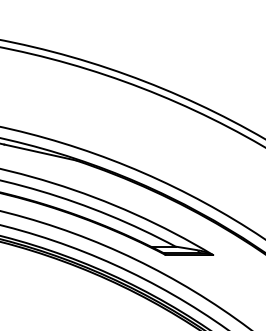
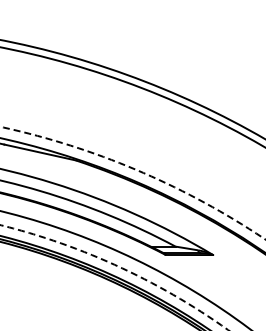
arc at (139, 171): solid -> dashed
circle at (114, 277): solid -> dashed
